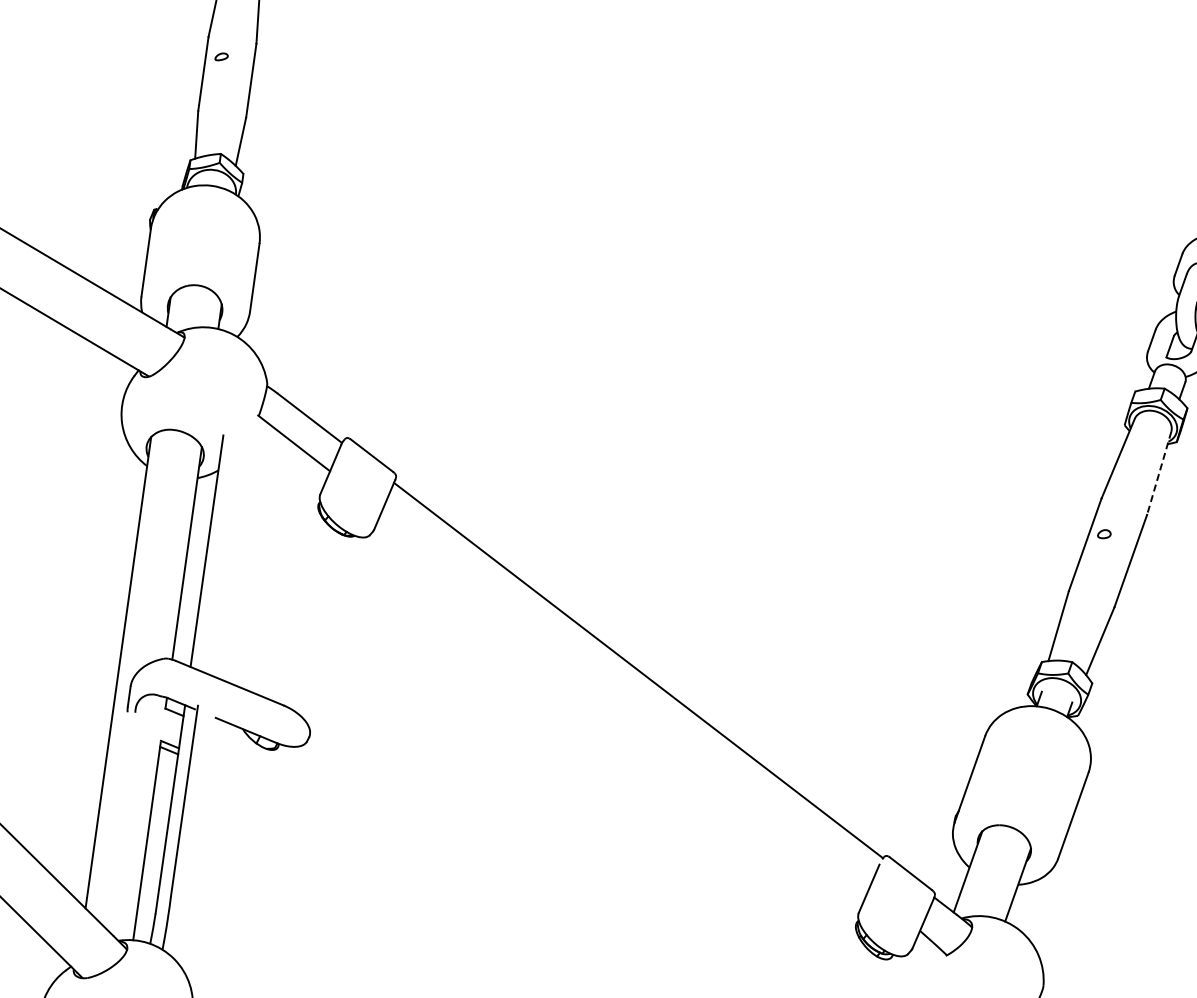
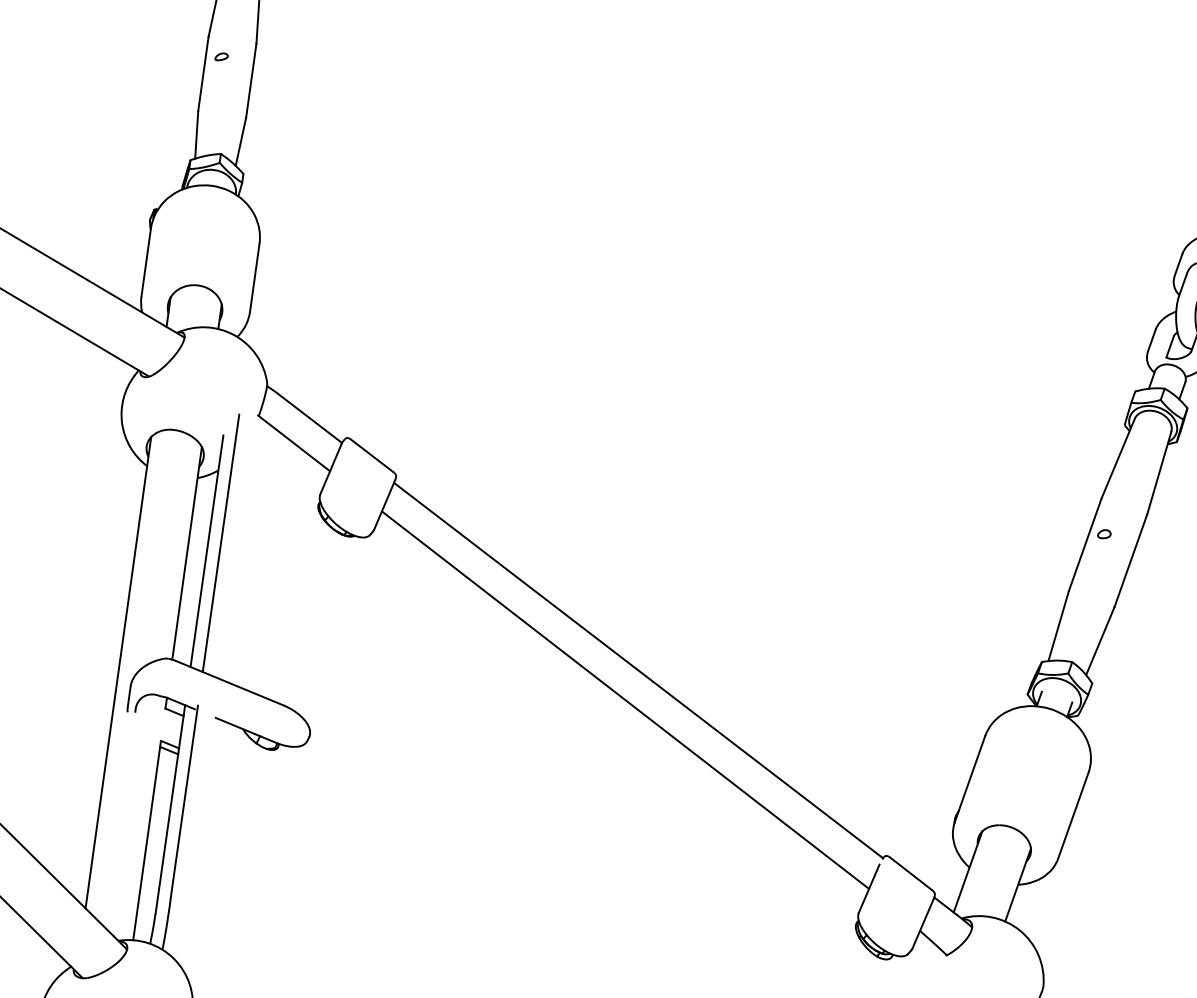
line at (1159, 473): dashed -> solid
line at (220, 543): none -> present
line at (625, 699): none -> present
